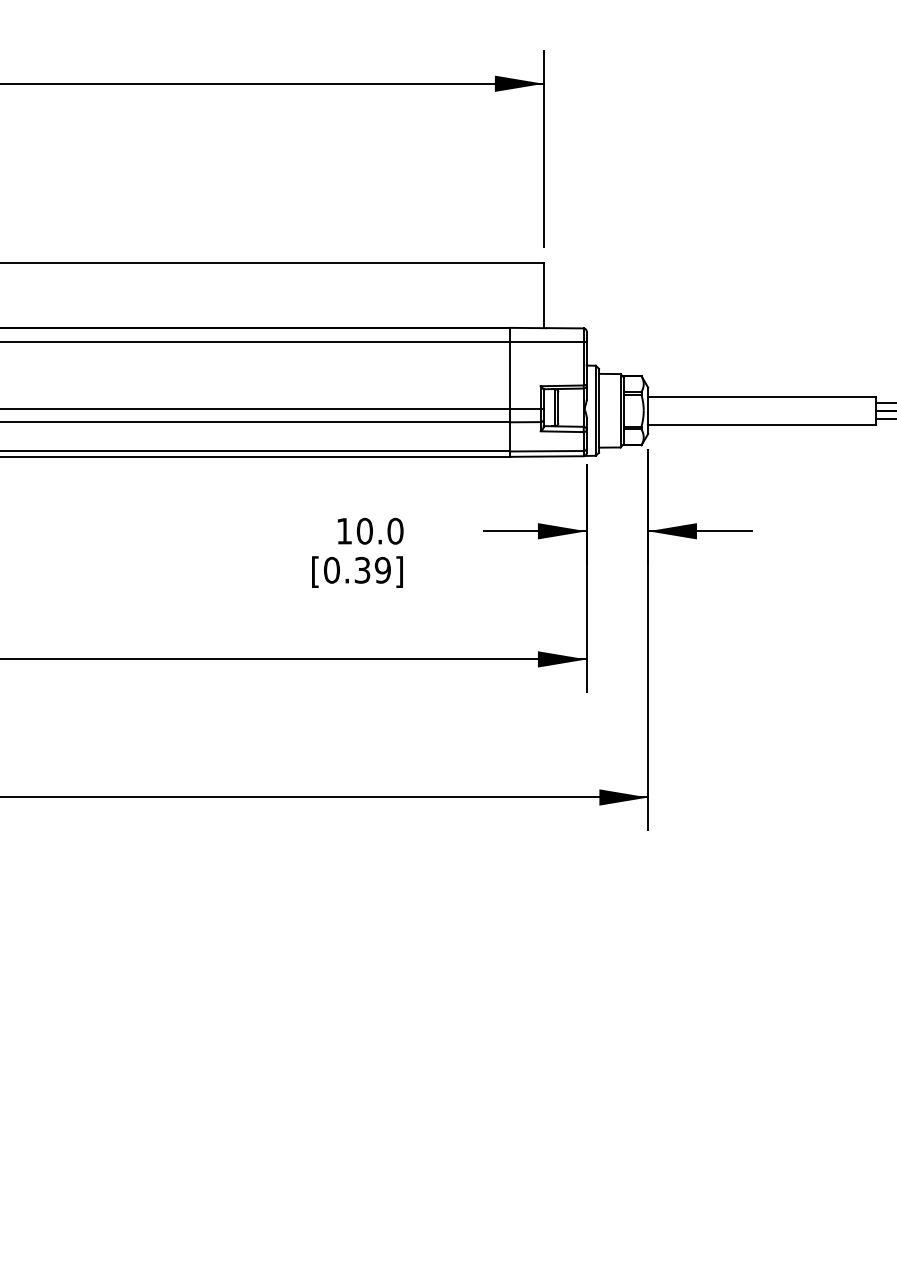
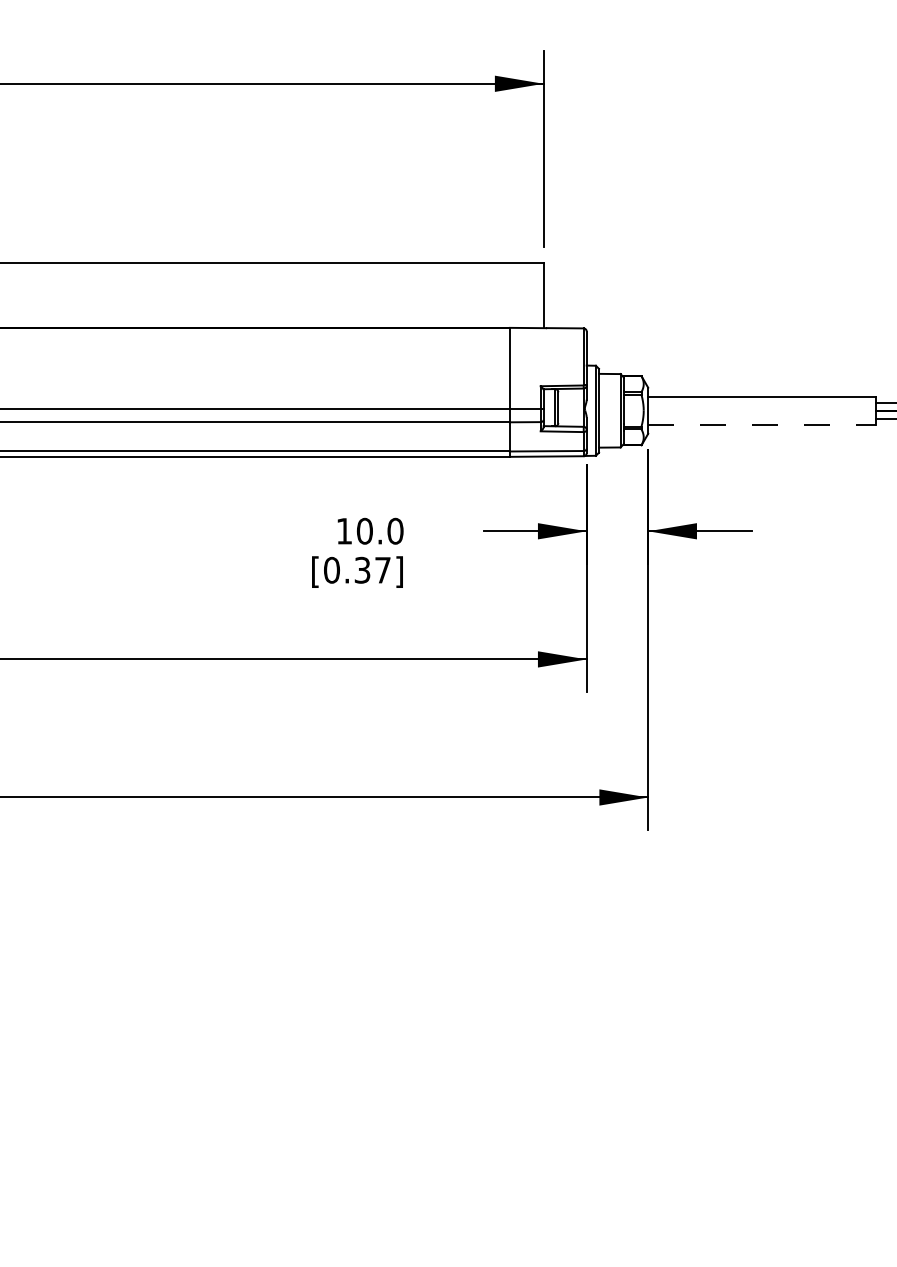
line at (294, 341): present -> none
line at (761, 424): solid -> dashed
text at (382, 569): [0.39] -> [0.37]
